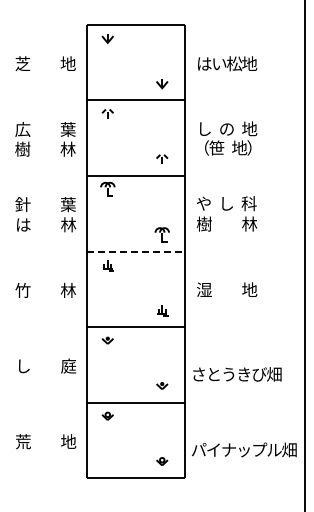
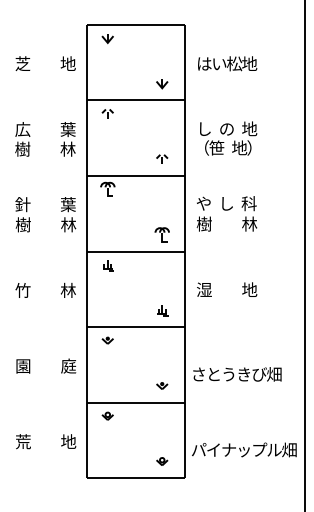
text at (22, 224): は -> 樹
line at (136, 251): dashed -> solid
text at (23, 366): し -> 園
